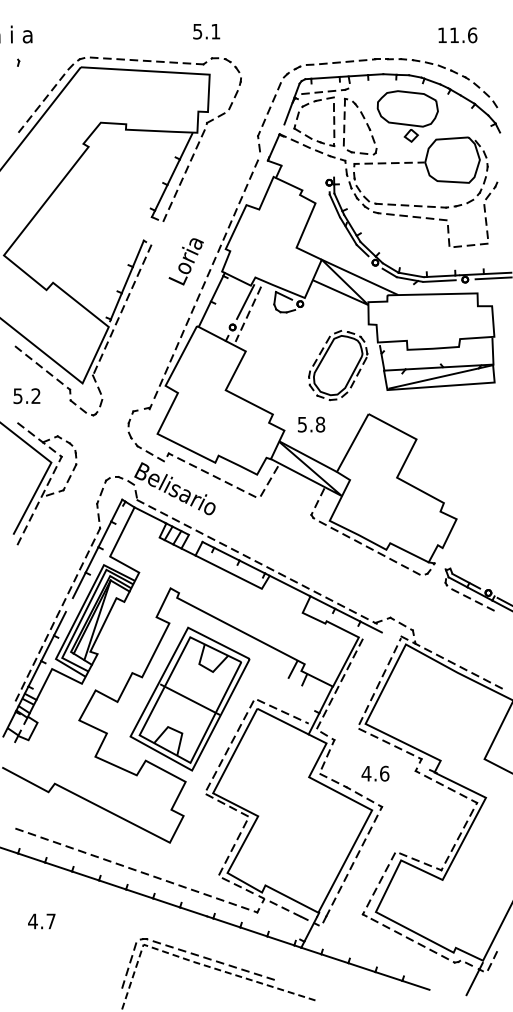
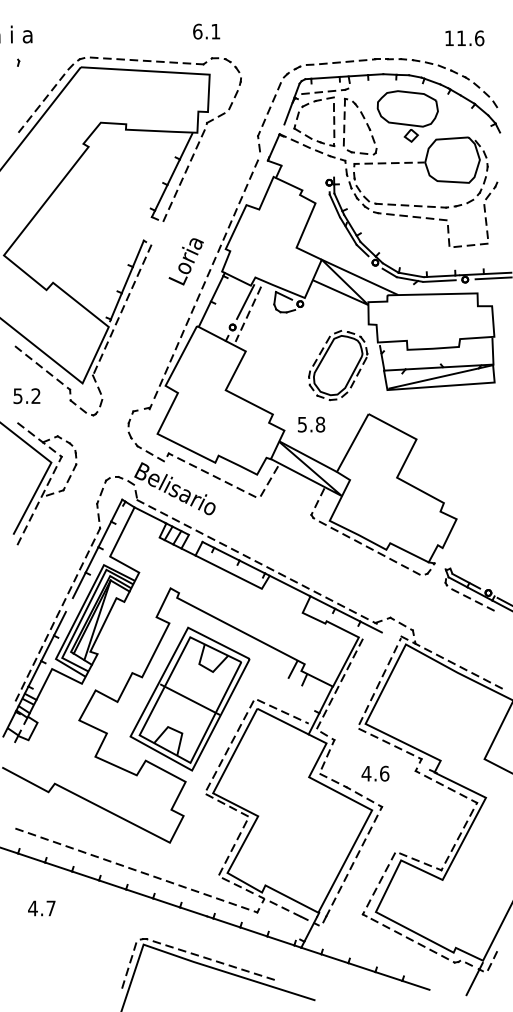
text at (197, 31): 5.1 -> 6.1
text at (457, 35) position: (457, 35) -> (464, 38)
text at (41, 921) position: (41, 921) -> (41, 908)
line at (194, 962): dashed -> solid
